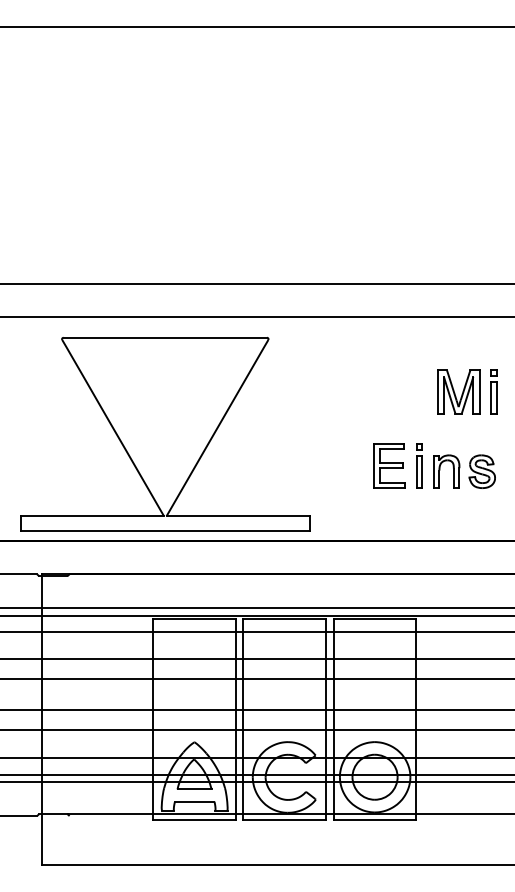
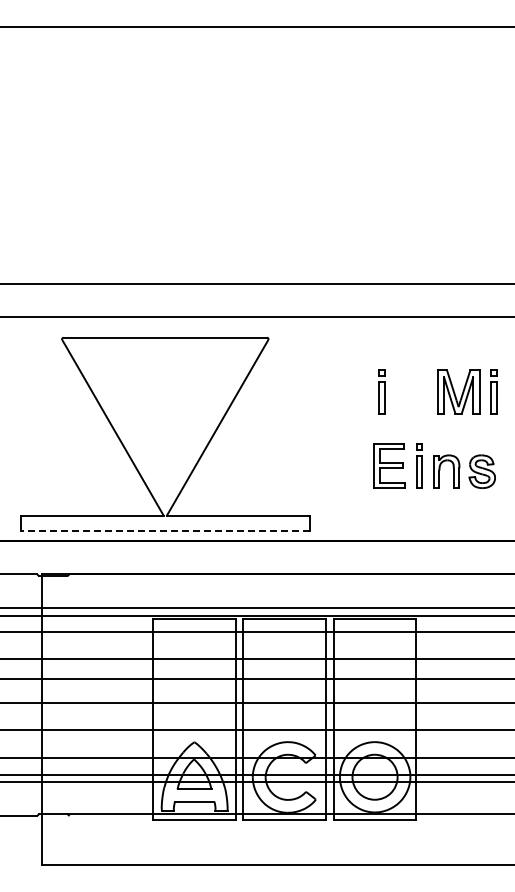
part at (381, 391): none -> present
line at (165, 530): solid -> dashed
line at (256, 710) position: (256, 710) -> (256, 703)
